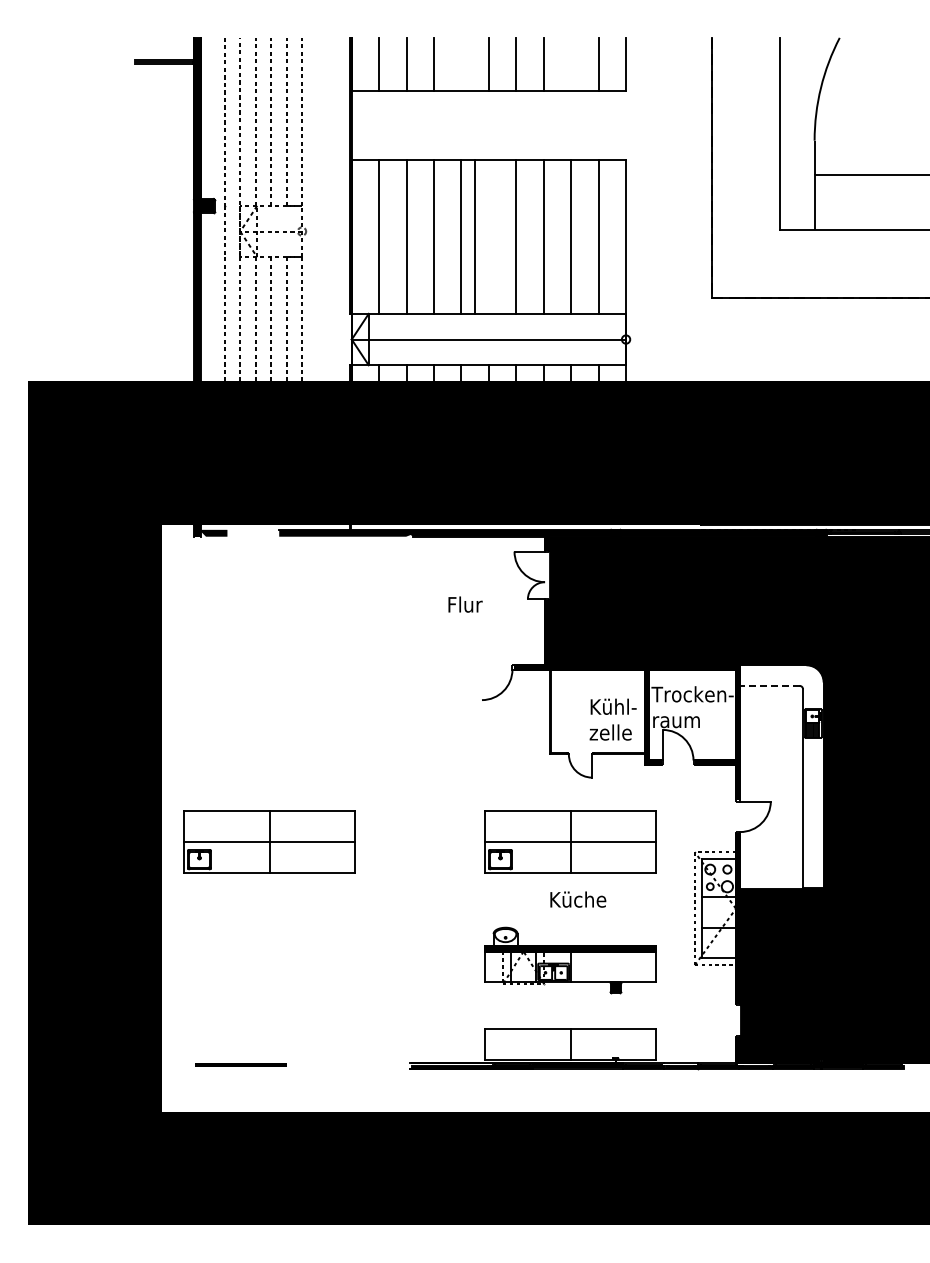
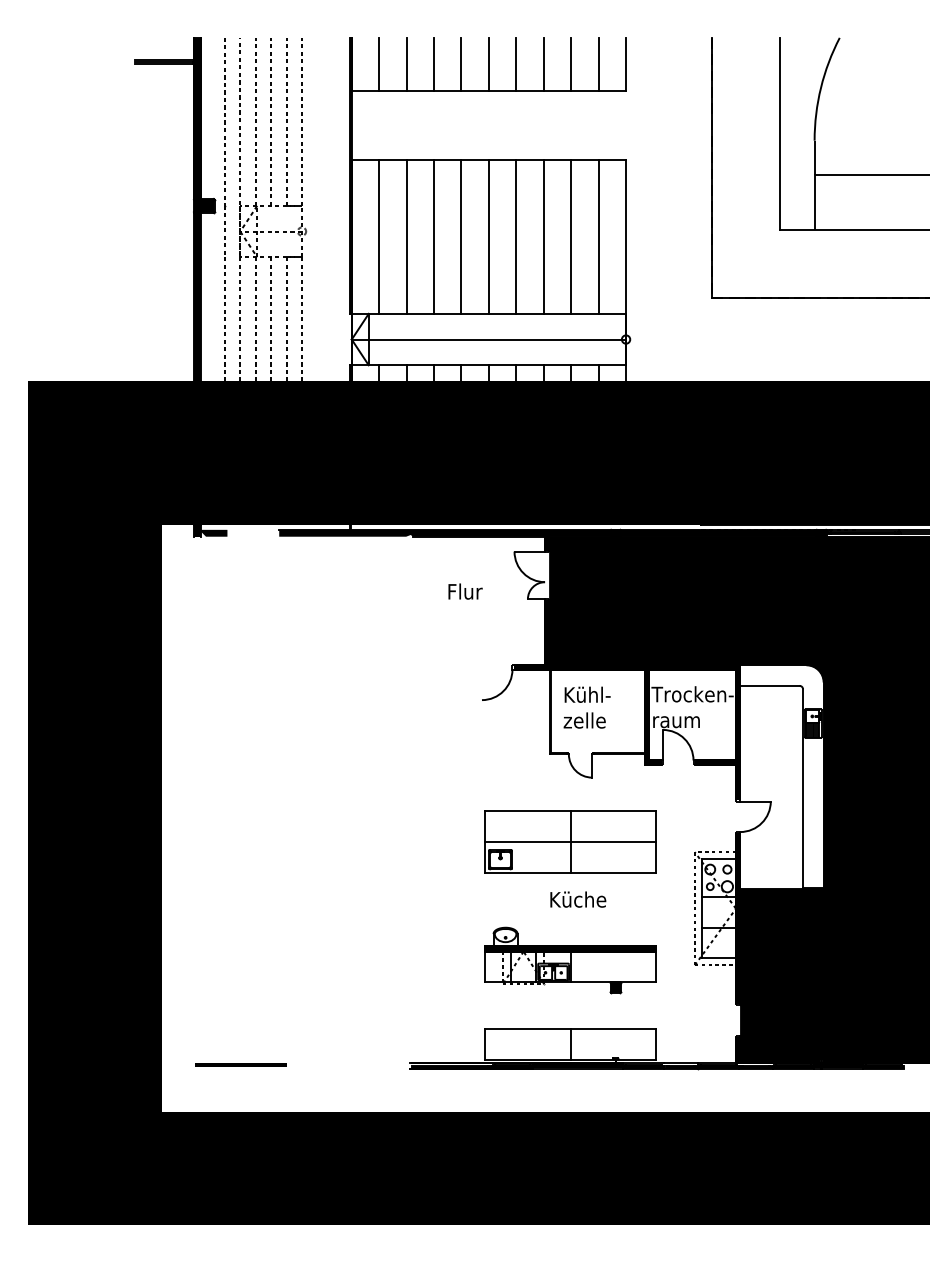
line at (461, 63): none -> present
line at (571, 63): none -> present
line at (474, 236) position: (474, 236) -> (488, 236)
text at (465, 604) position: (465, 604) -> (465, 591)
line at (769, 685): dashed -> solid
text at (612, 719) position: (612, 719) -> (586, 707)
part at (269, 841): present -> none
